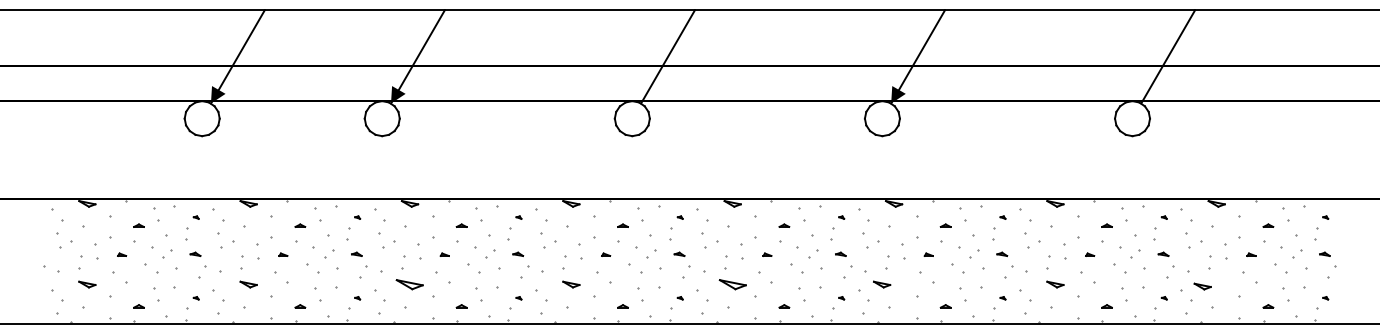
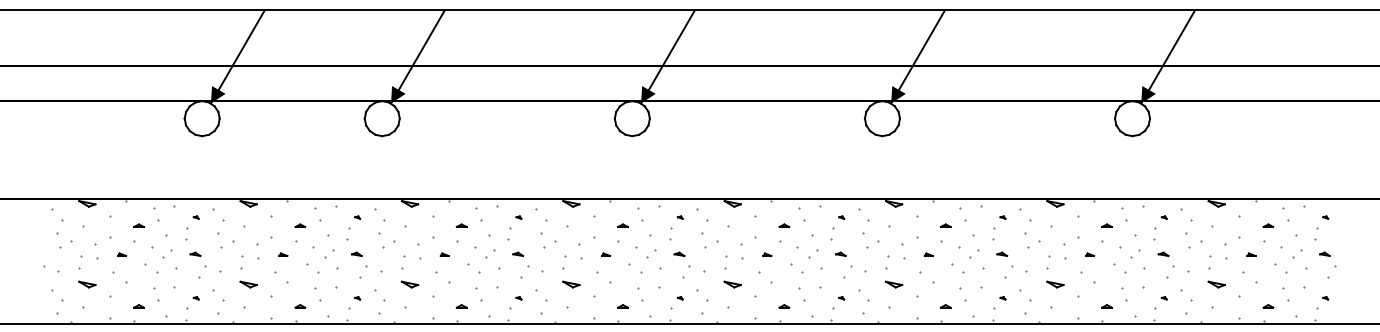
fill at (648, 94): none -> present
fill at (1148, 94): none -> present
part at (409, 284) size: 29x12 px -> 19x9 px
part at (732, 284) size: 29x12 px -> 19x9 px
part at (882, 284) position: (882, 284) -> (894, 284)
part at (1202, 286) position: (1202, 286) -> (1216, 284)
